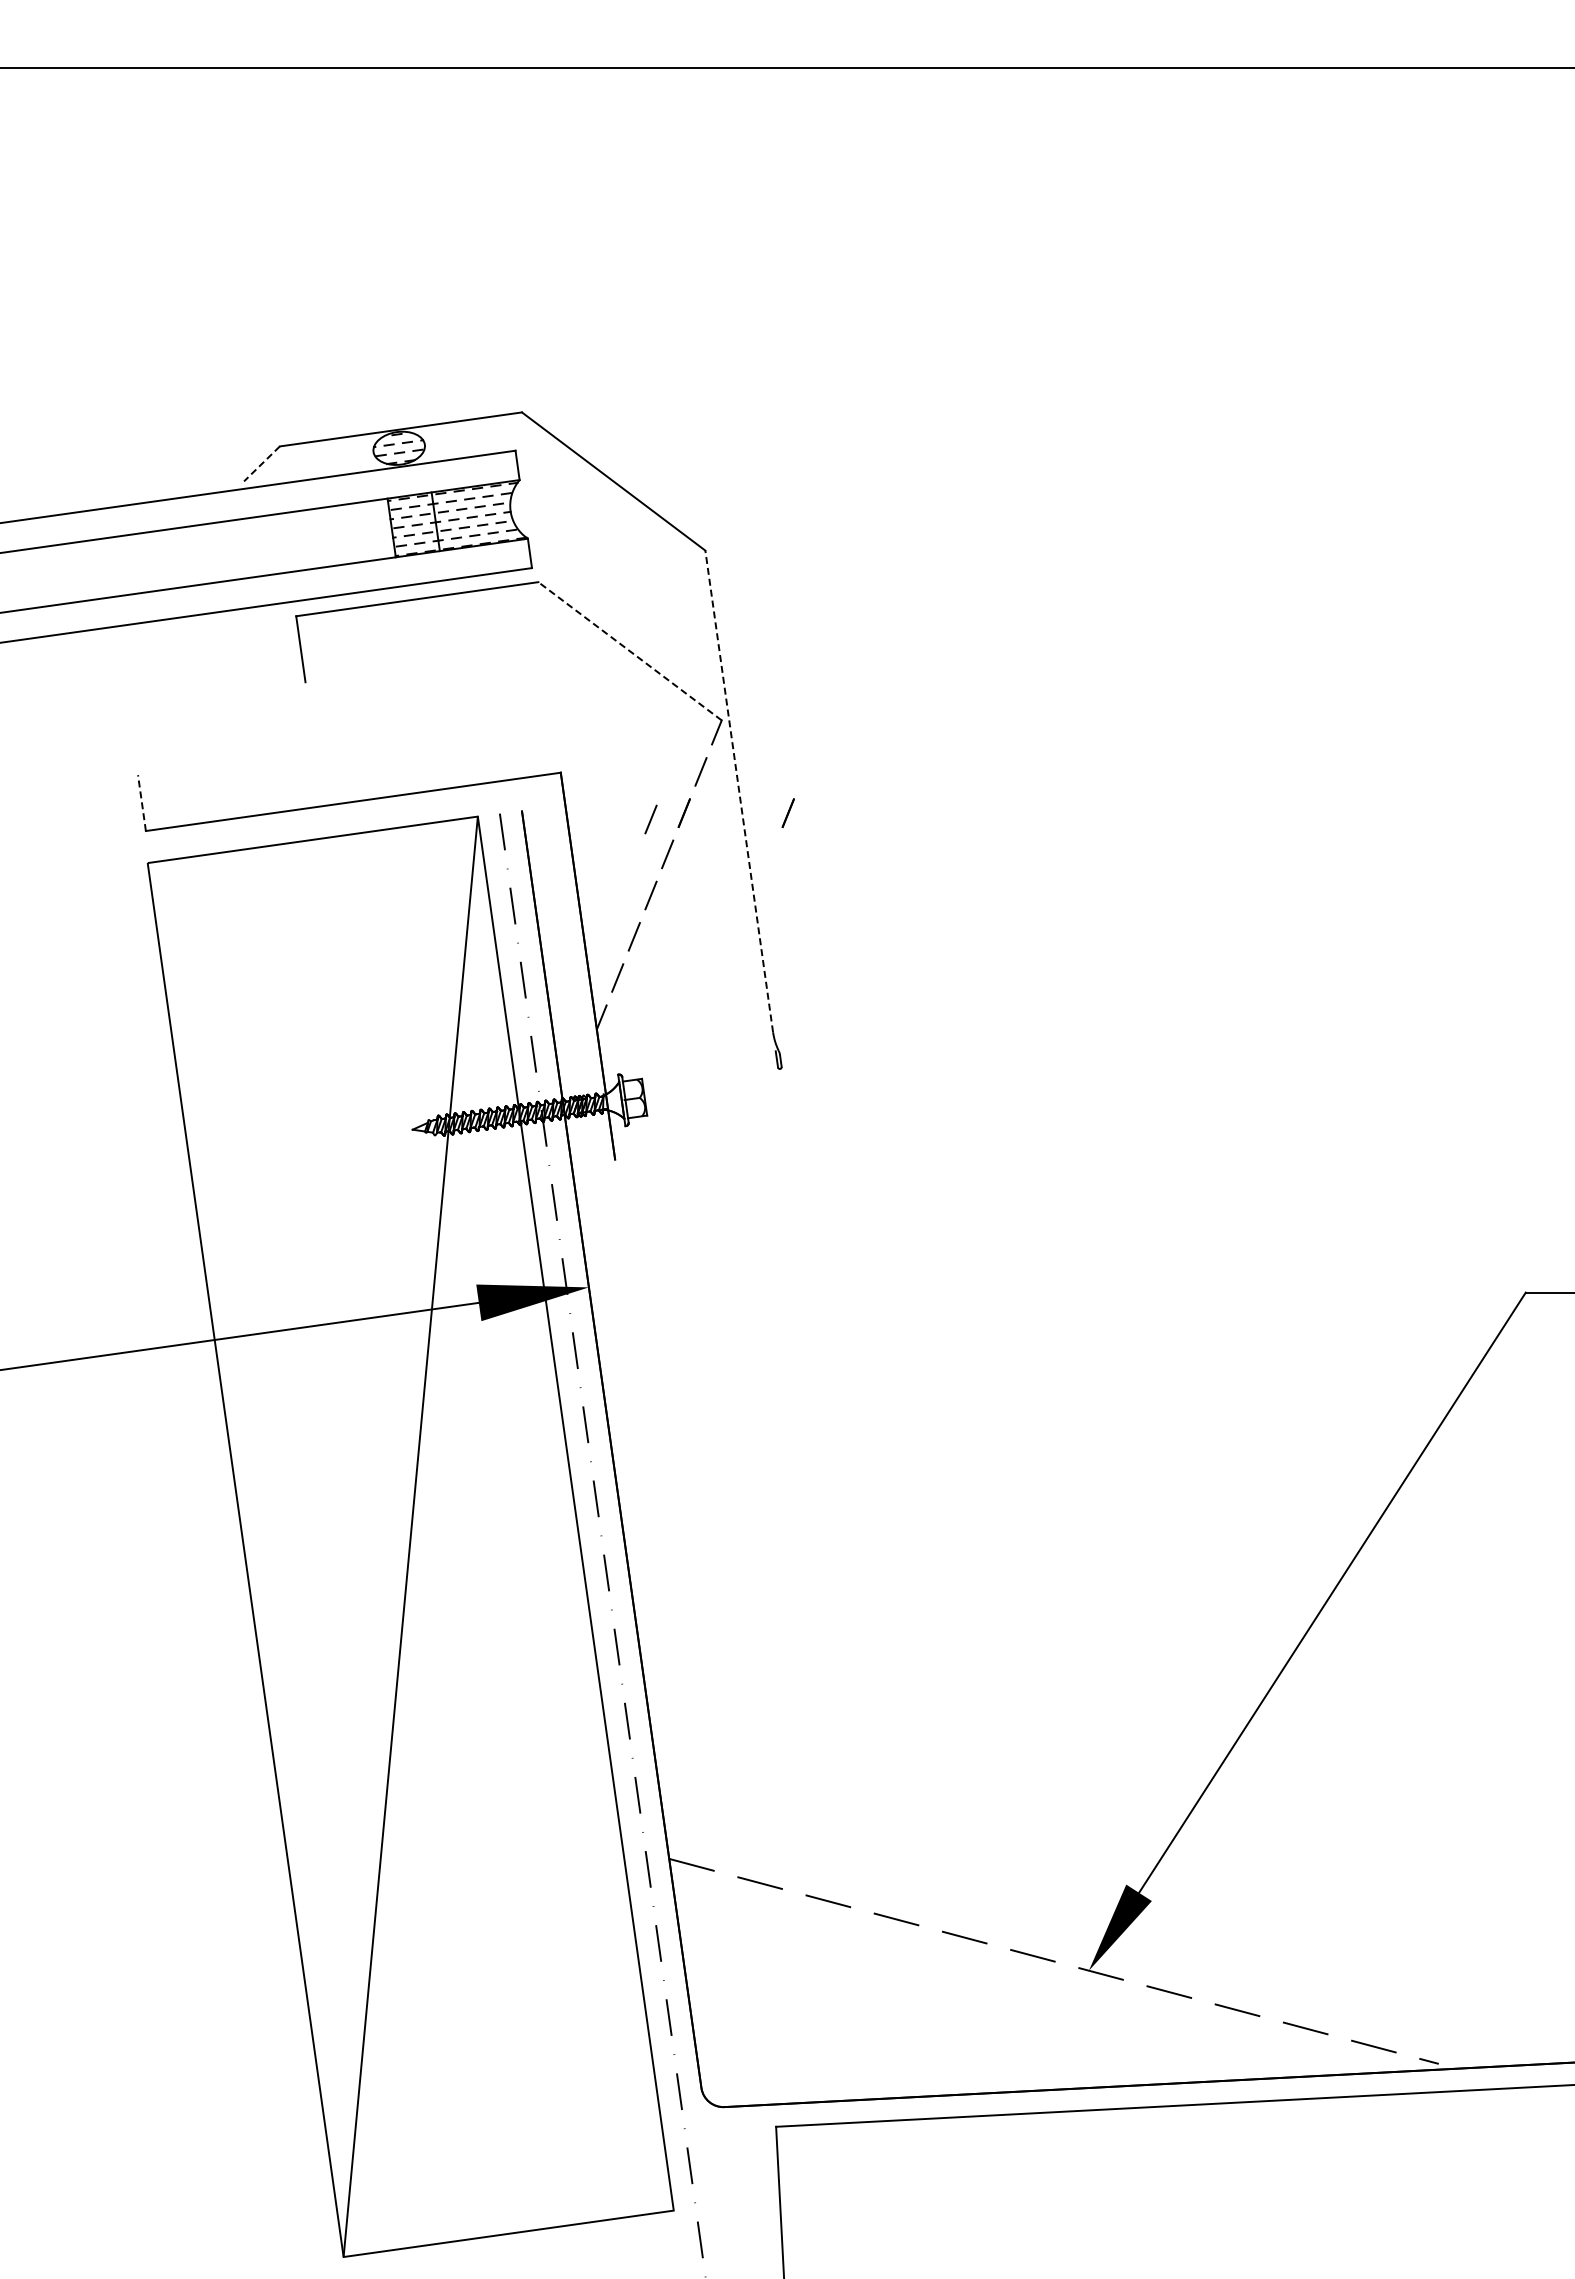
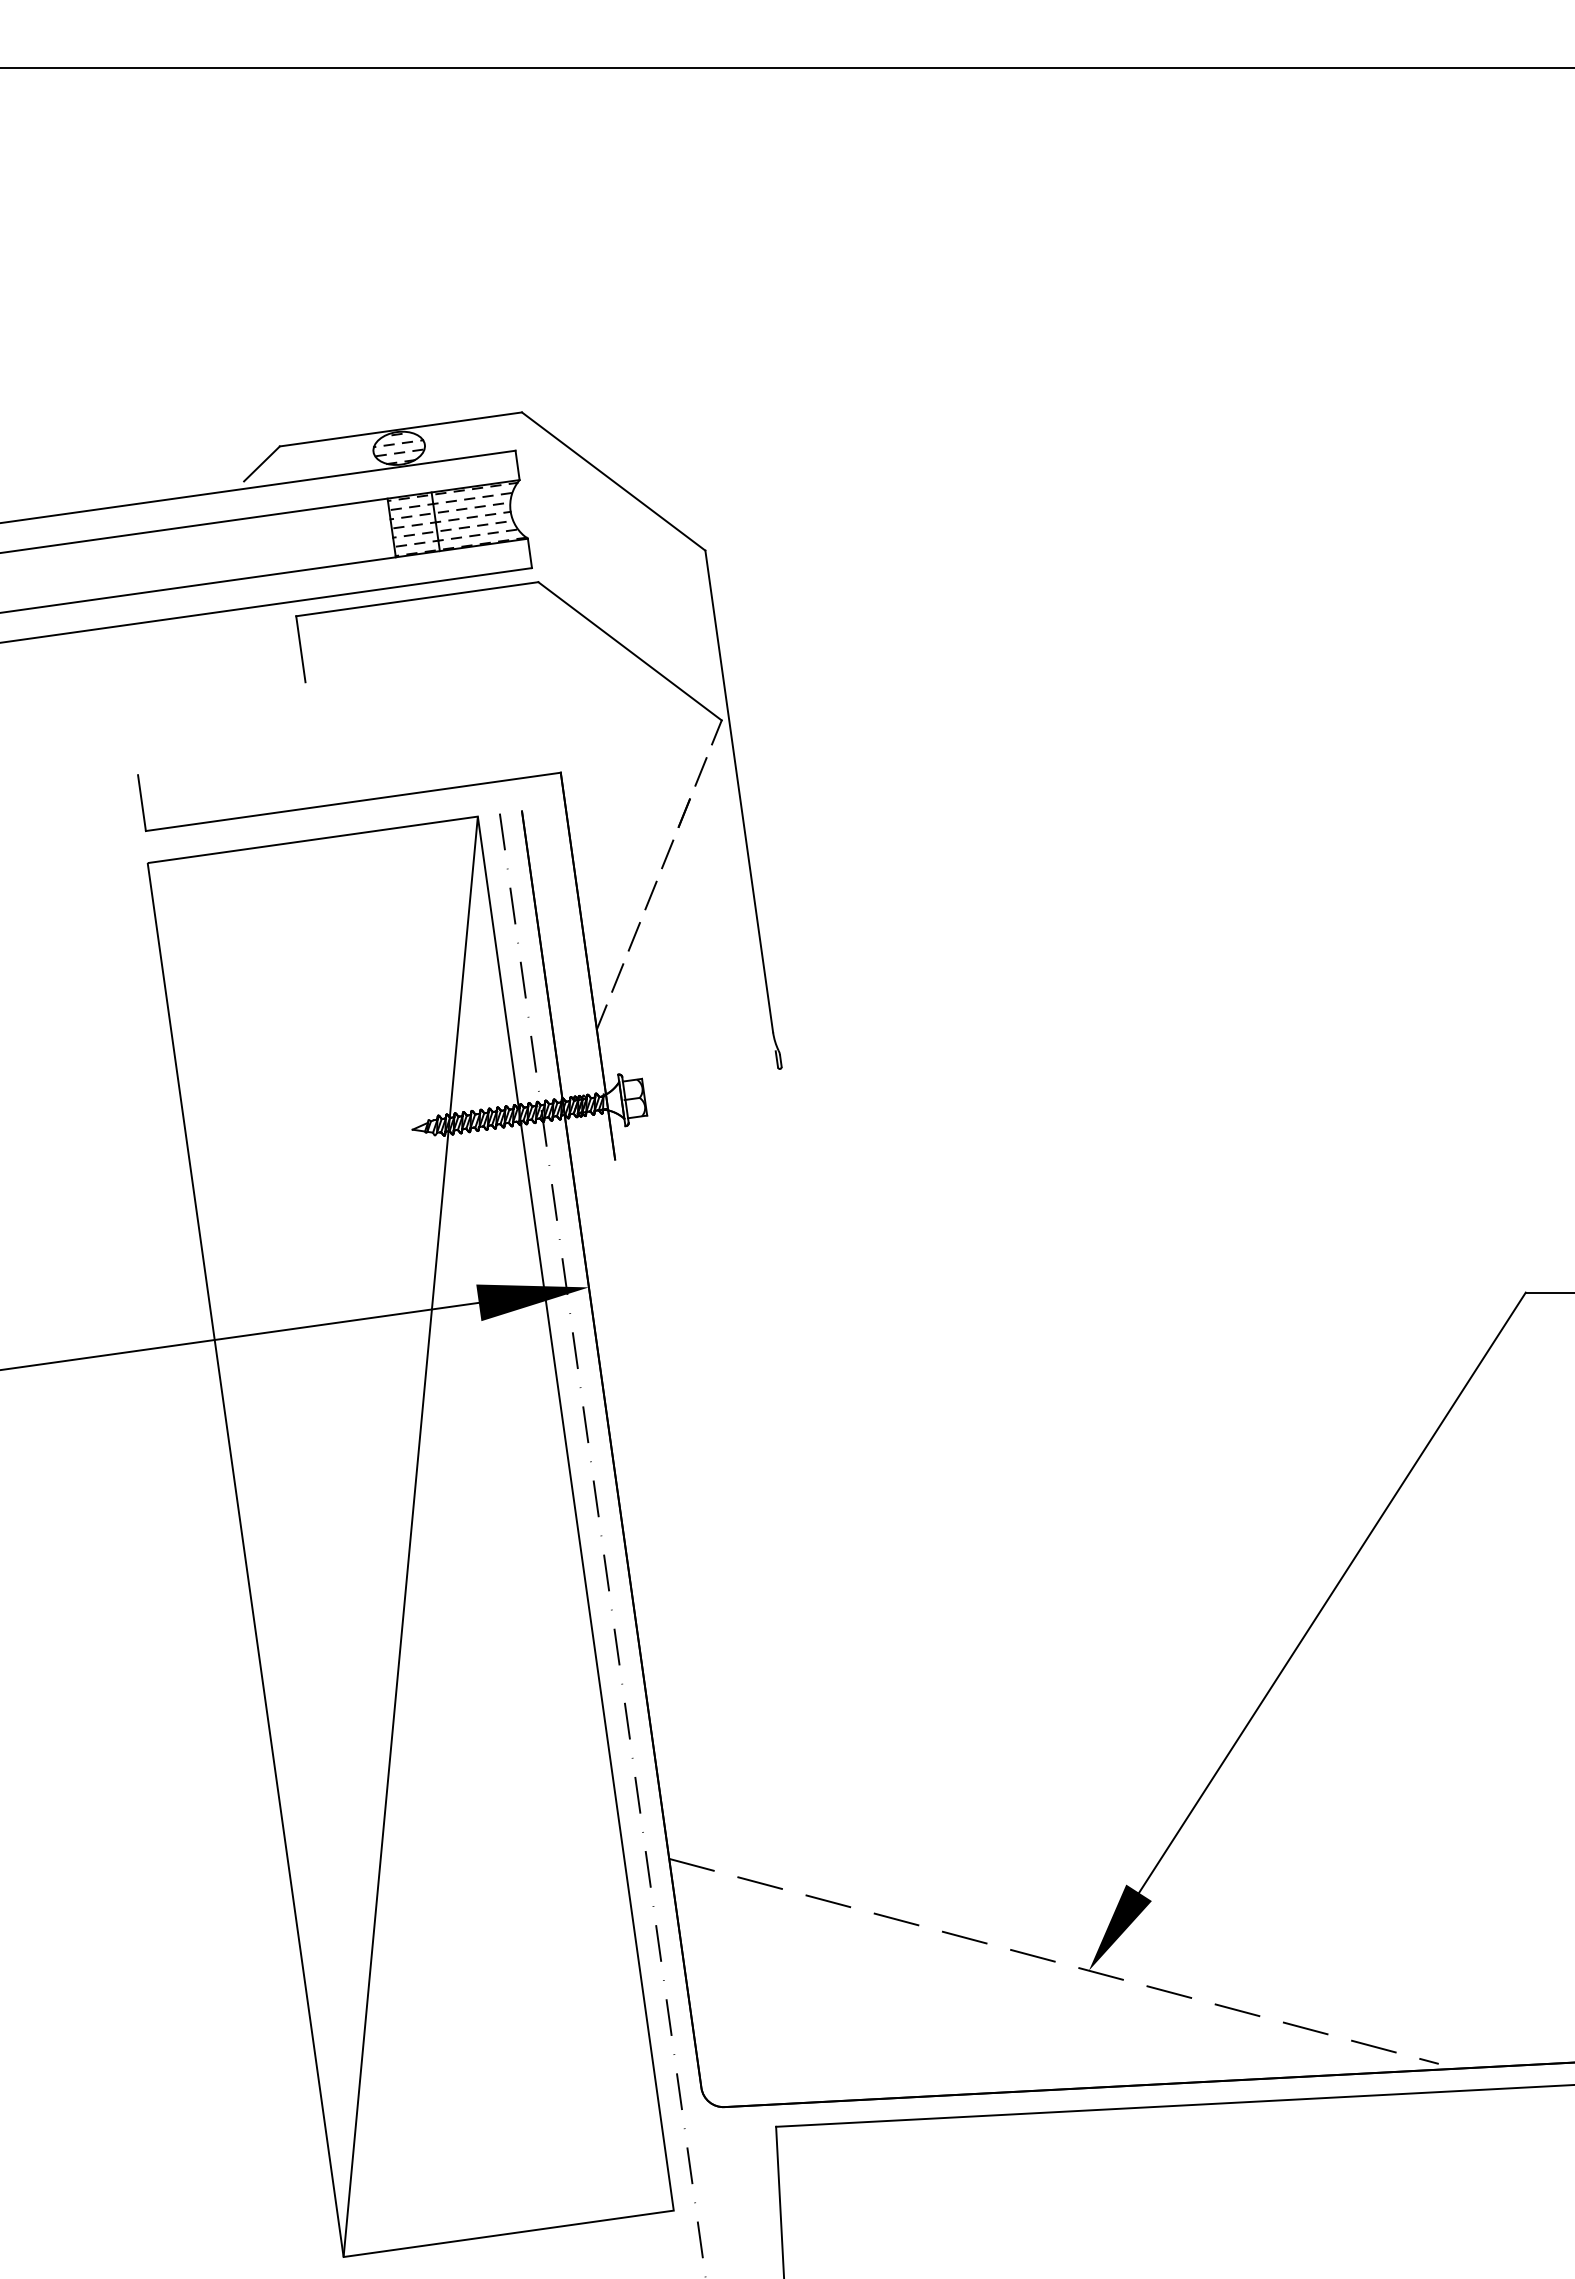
line at (261, 464): dashed -> solid
line at (630, 651): dashed -> solid
line at (739, 790): dashed -> solid
line at (141, 802): dashed -> solid
line at (787, 812): present -> none
line at (650, 819): present -> none
